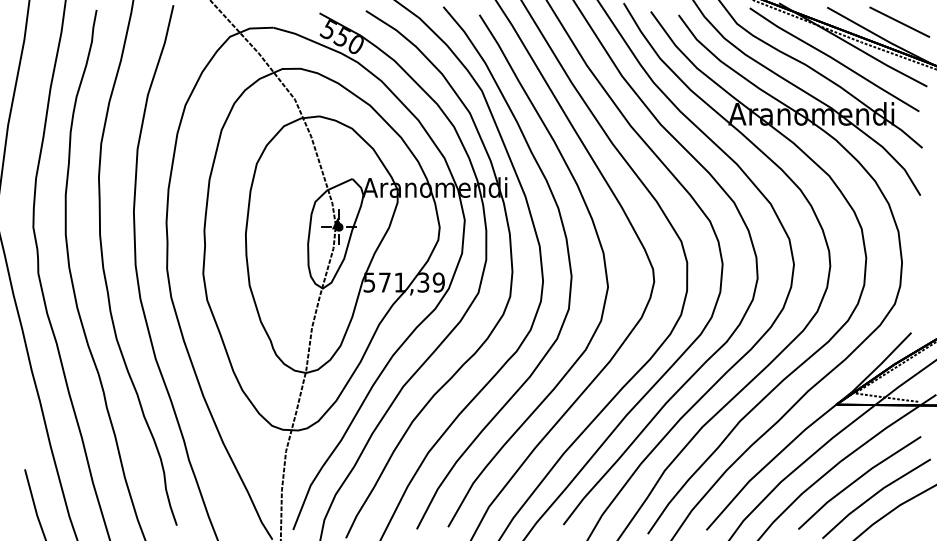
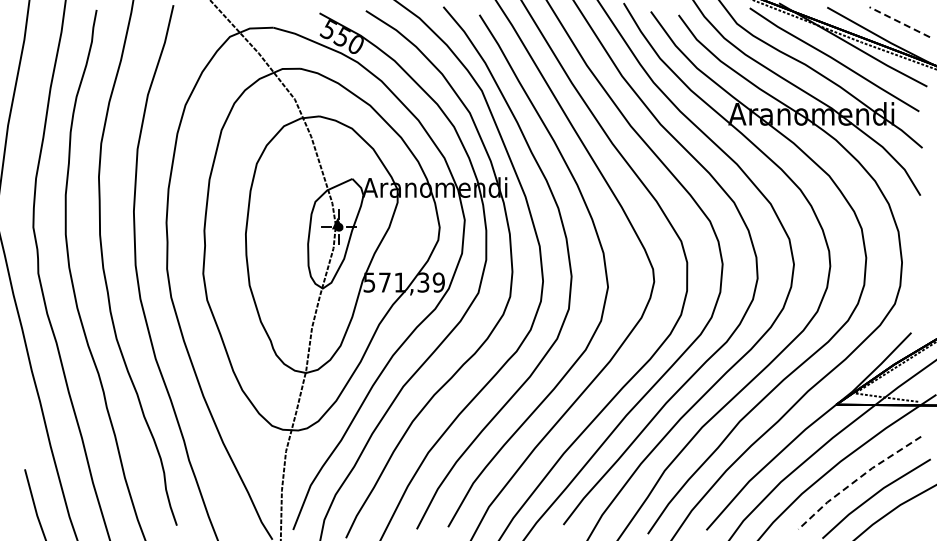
line at (899, 22): solid -> dashed
line at (857, 479): solid -> dashed
